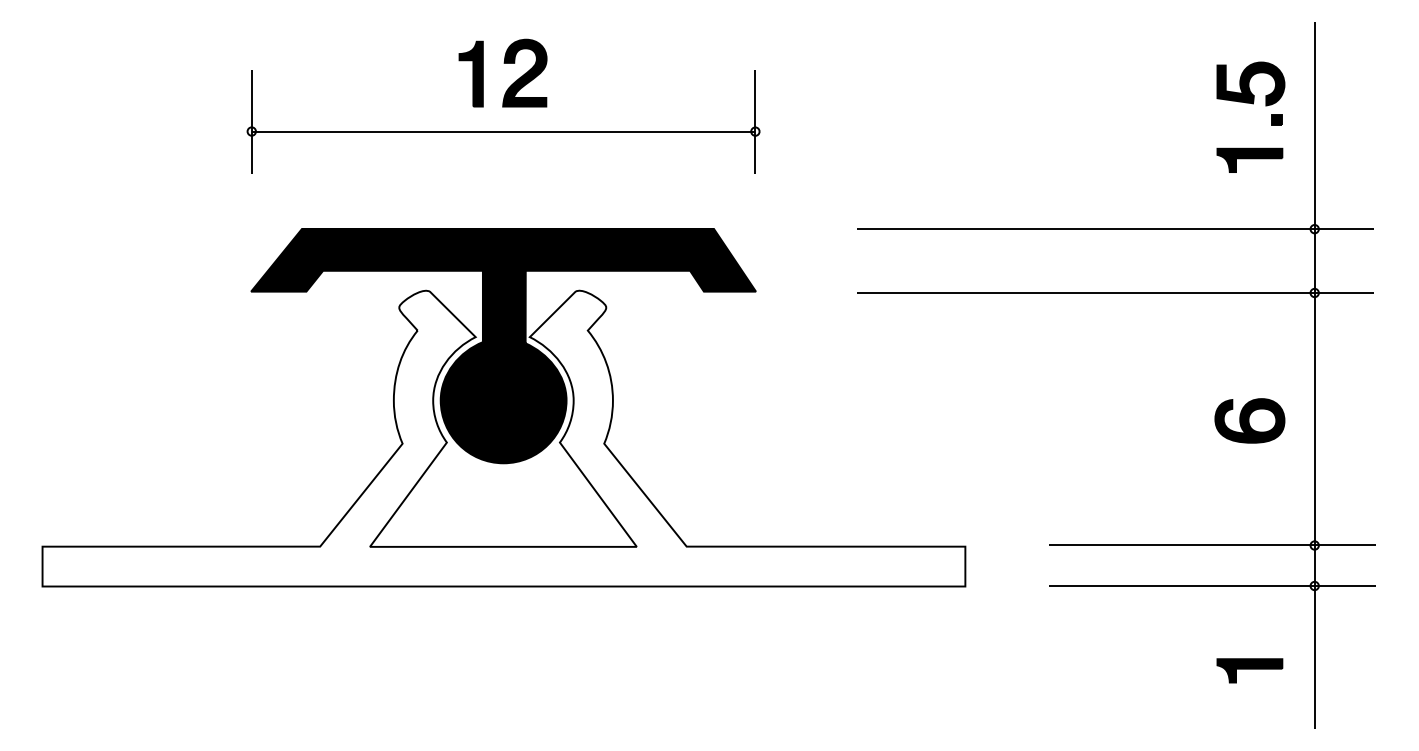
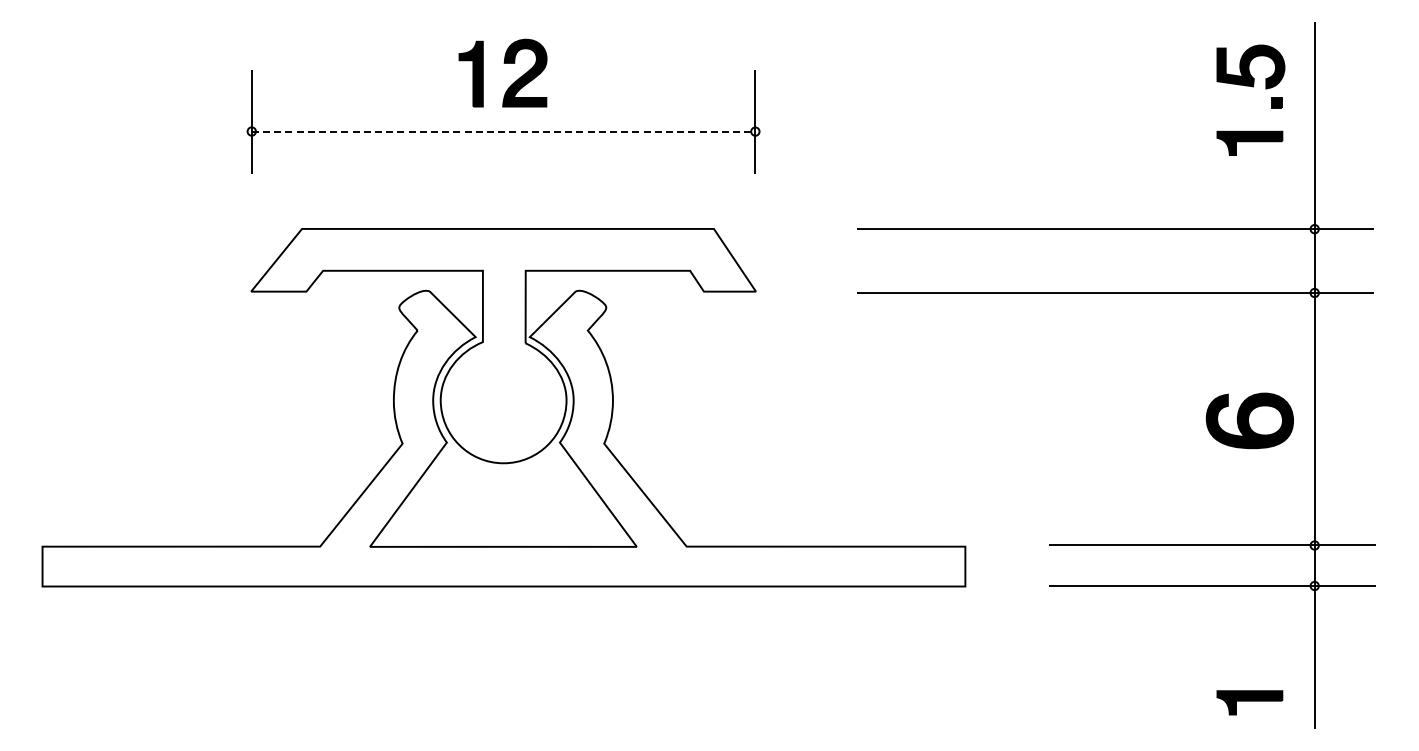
part at (1252, 104) position: (1252, 104) -> (1252, 87)
line at (503, 131): solid -> dashed
fill at (503, 345): present -> none
part at (1249, 420) size: 72x46 px -> 89x58 px
part at (1249, 670) position: (1249, 670) -> (1249, 702)
